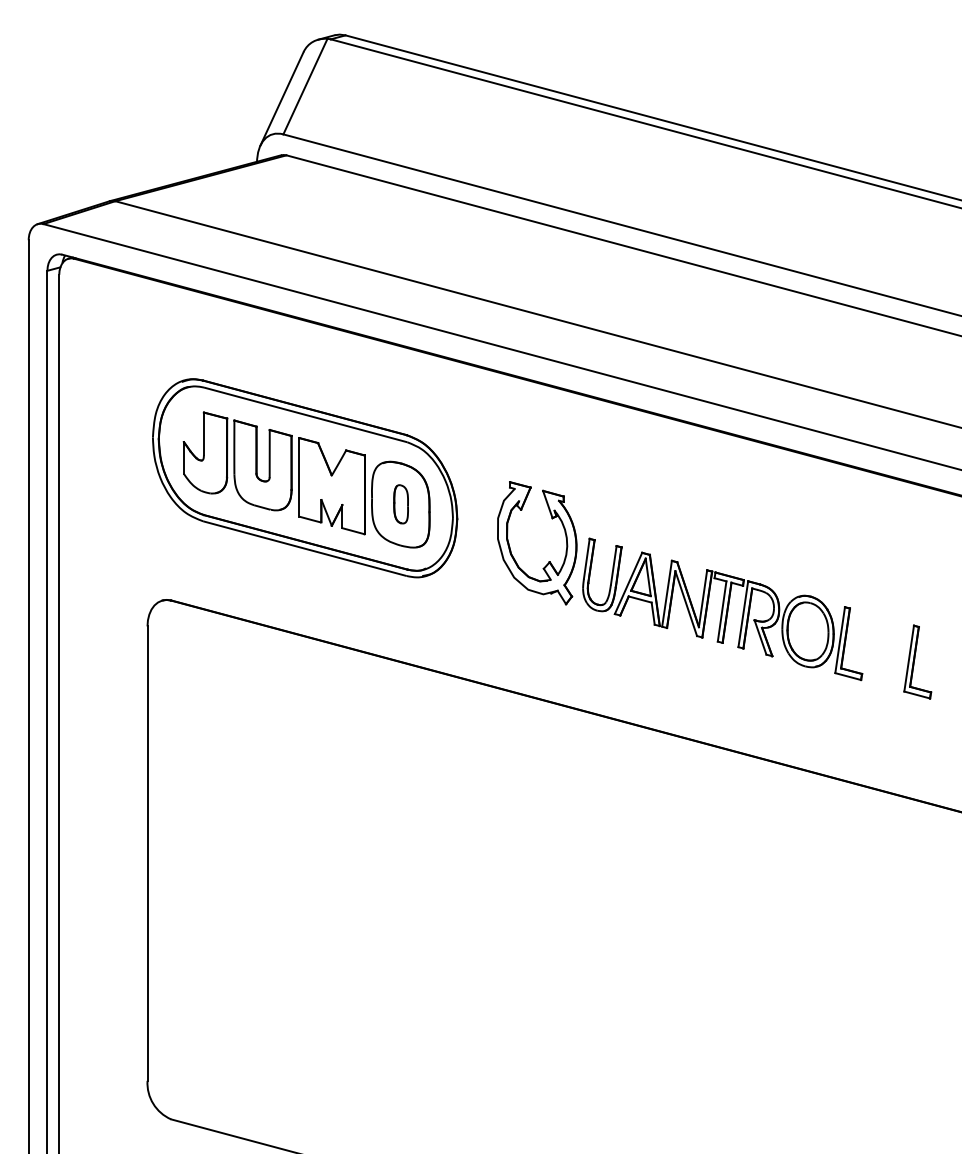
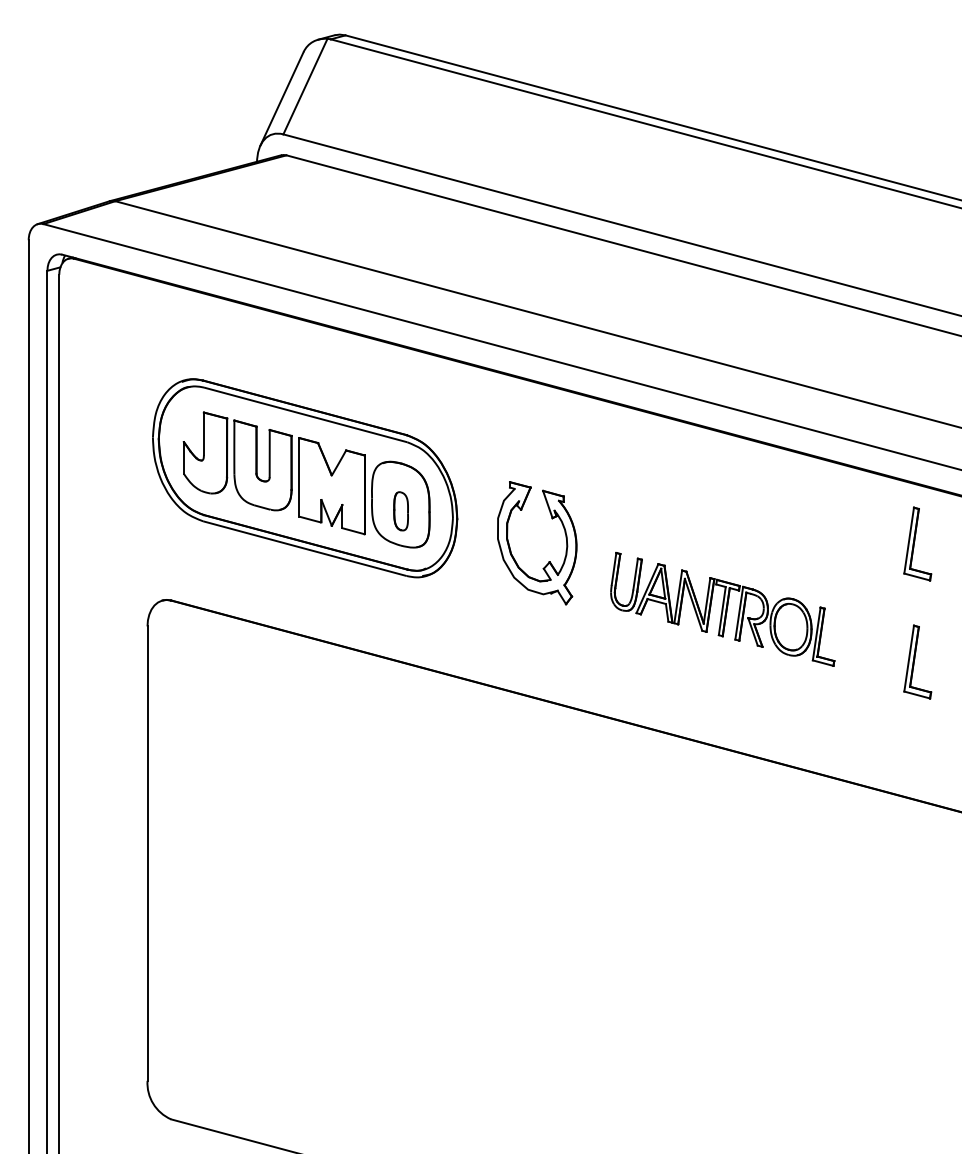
part at (400, 504) position: (400, 504) -> (400, 511)
part at (917, 543): none -> present
part at (722, 609) size: 282x145 px -> 226x115 px
